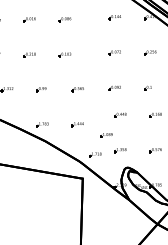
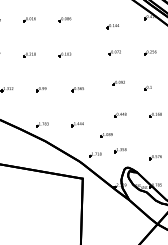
part at (114, 17) position: (114, 17) -> (112, 26)
part at (114, 88) position: (114, 88) -> (118, 83)
part at (155, 150) position: (155, 150) -> (155, 157)
